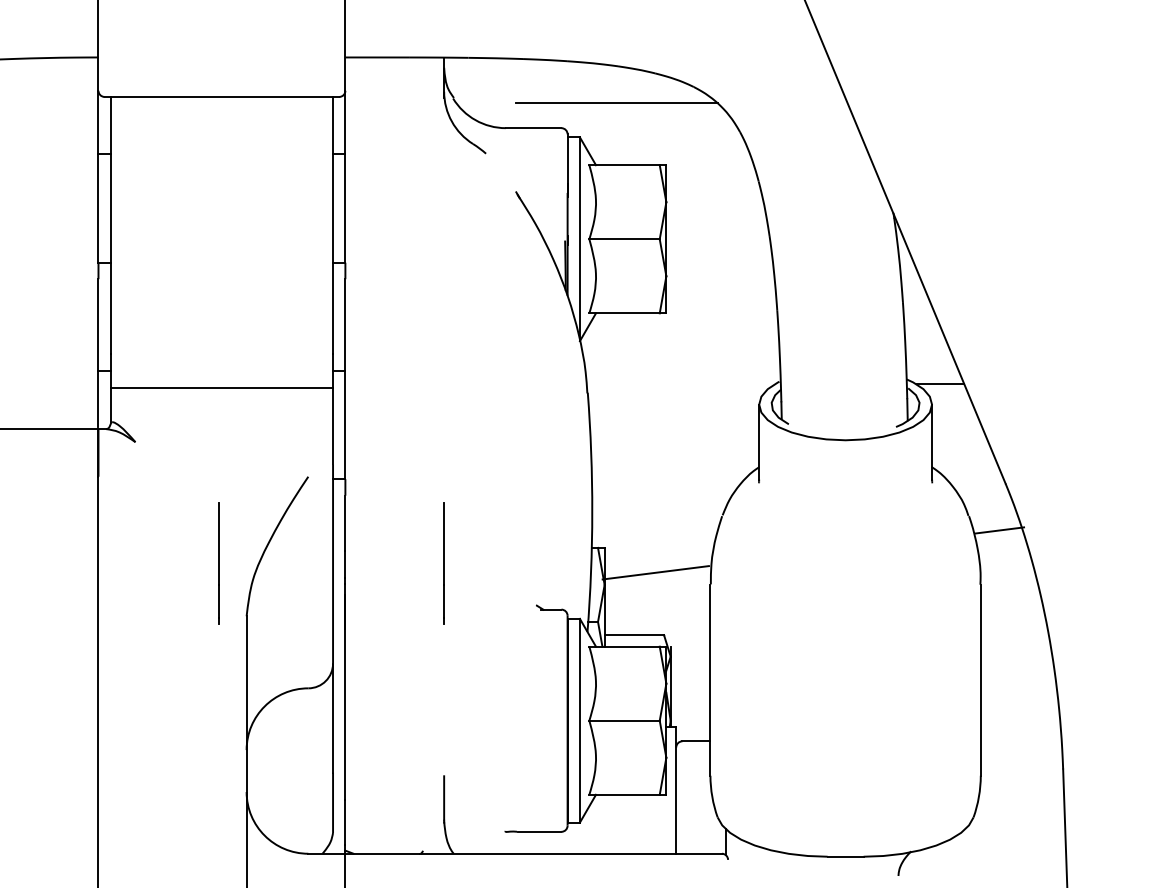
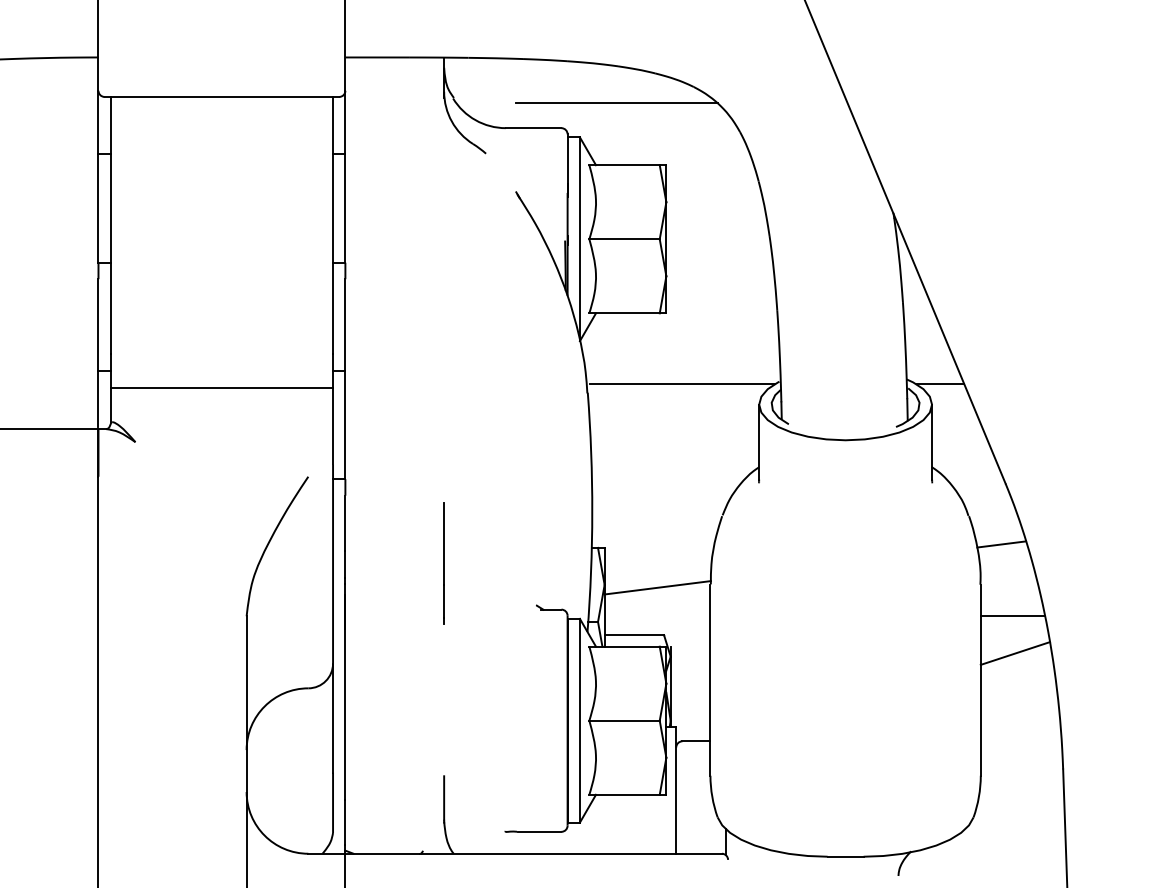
line at (681, 384): none -> present
line at (999, 530) position: (999, 530) -> (1001, 544)
line at (218, 563): present -> none
line at (655, 572) position: (655, 572) -> (657, 587)
line at (1012, 615): none -> present
line at (1014, 653): none -> present
